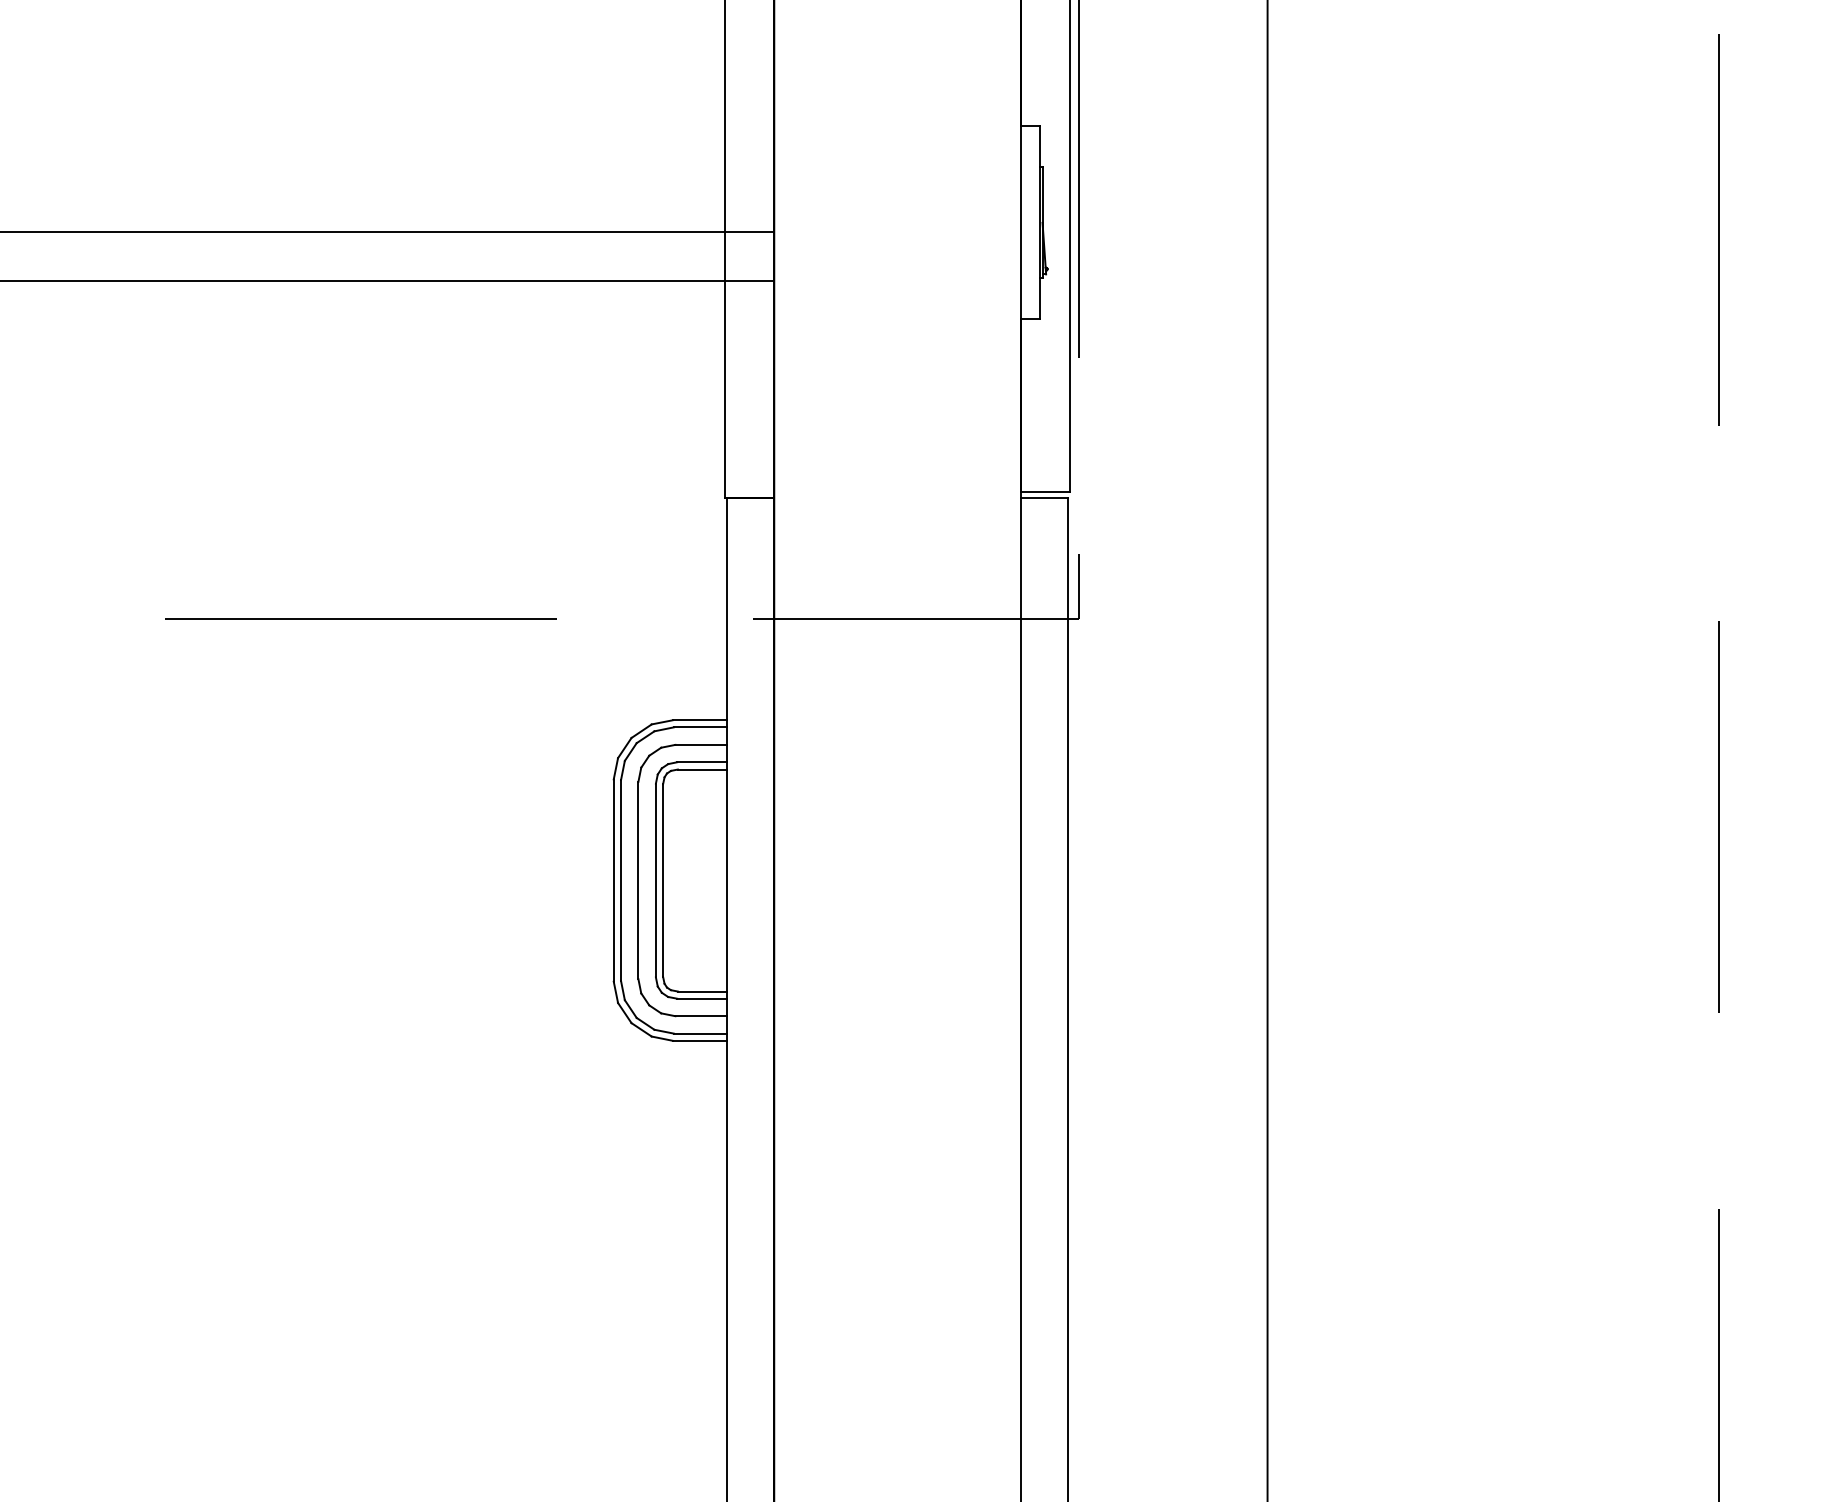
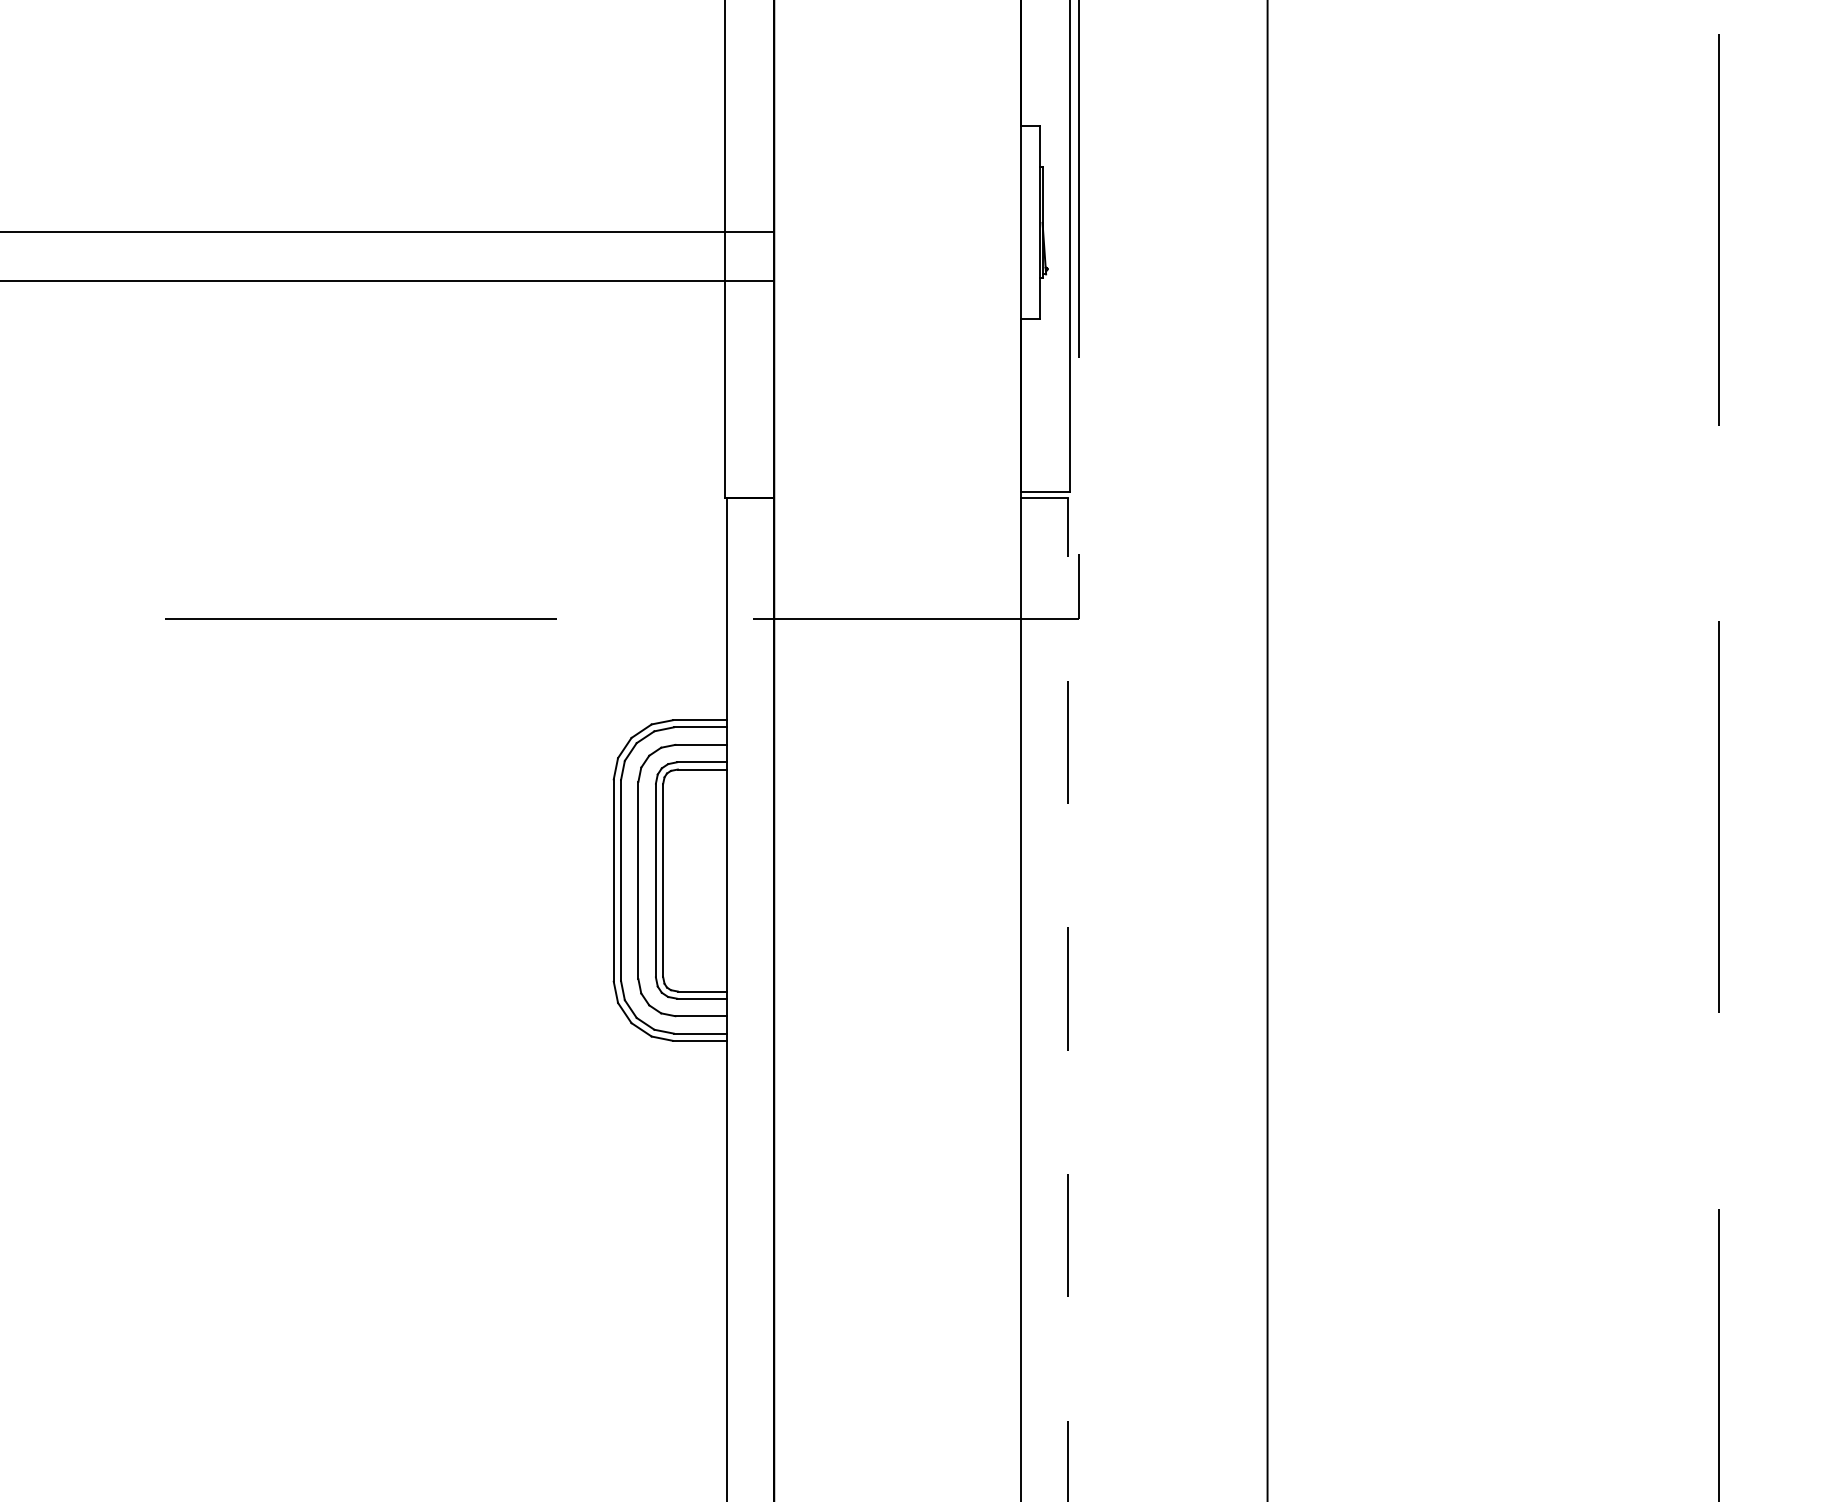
line at (1067, 999): solid -> dashed
